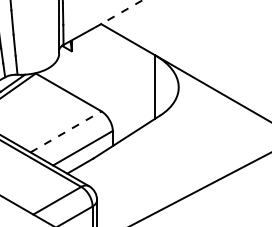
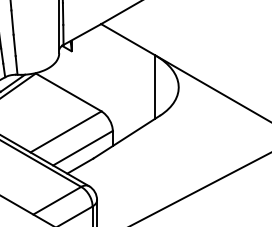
line at (121, 12): dashed -> solid
line at (66, 131): dashed -> solid
